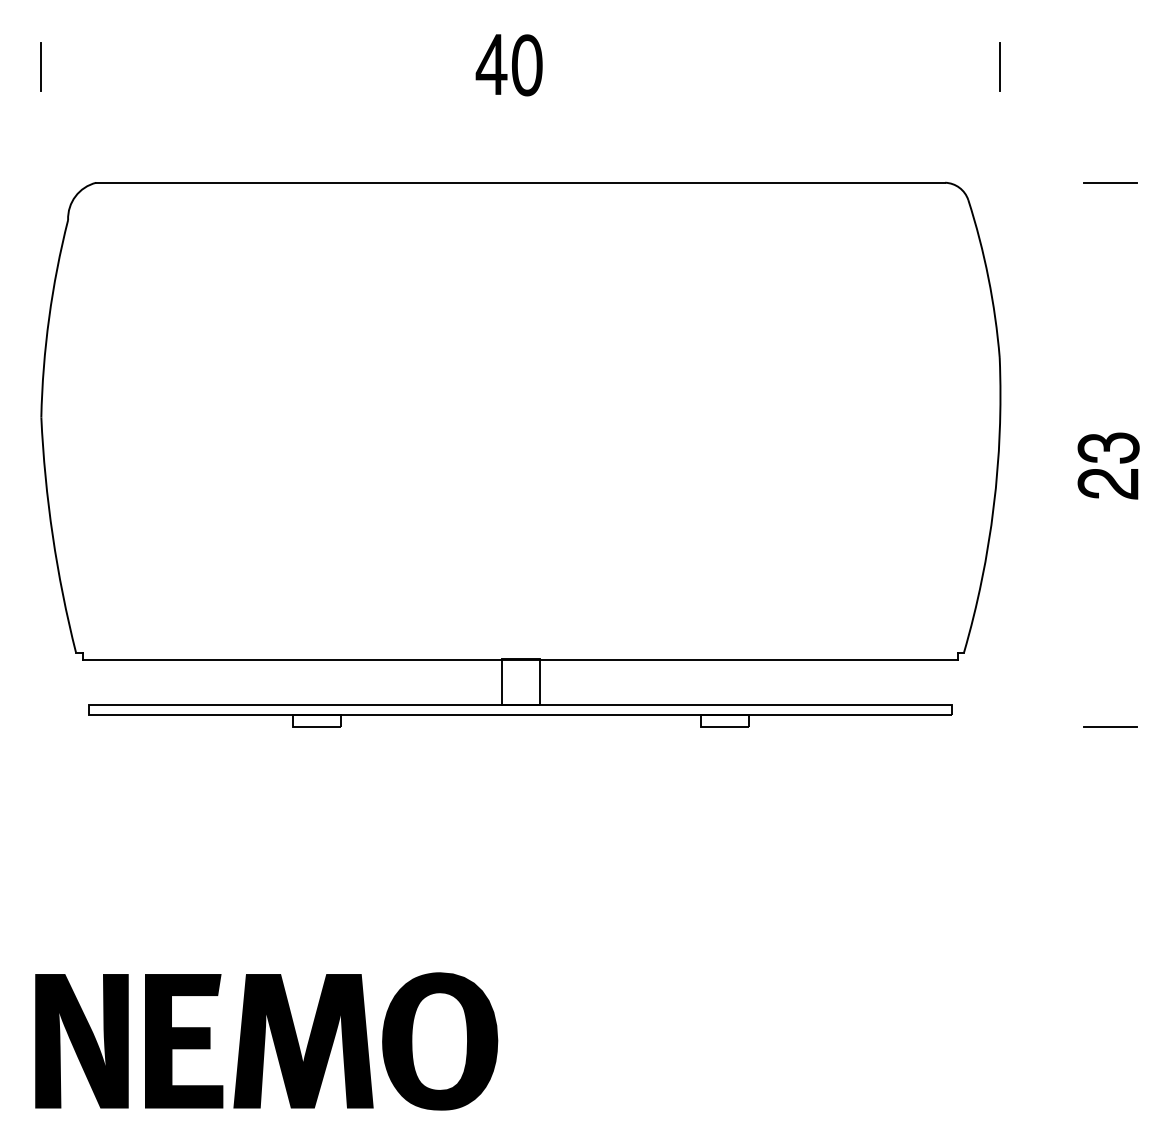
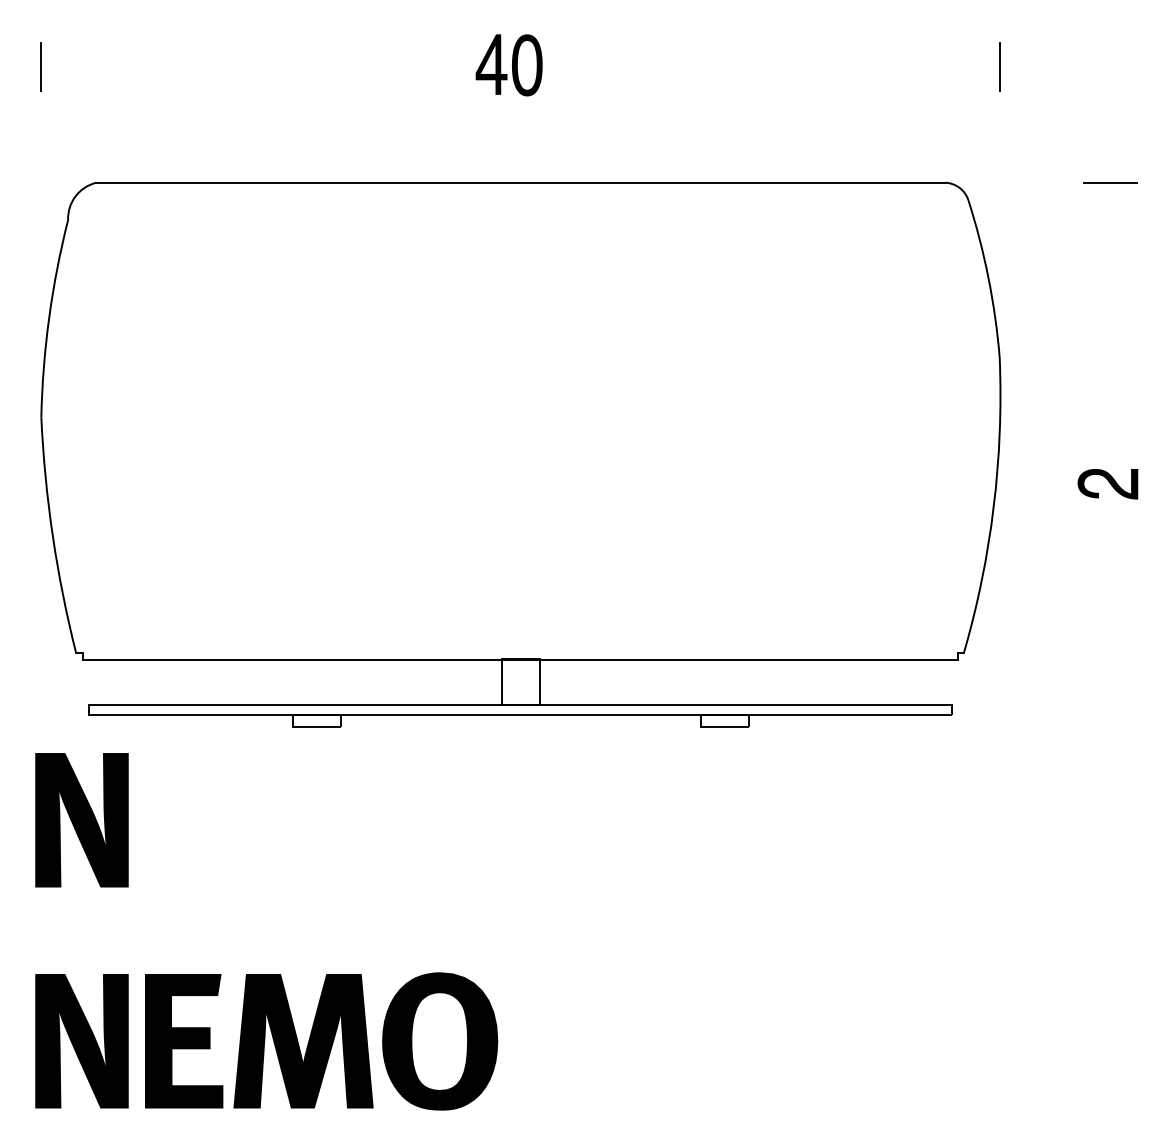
fill at (1108, 447): present -> none
line at (1110, 726): present -> none
part at (81, 820): none -> present
